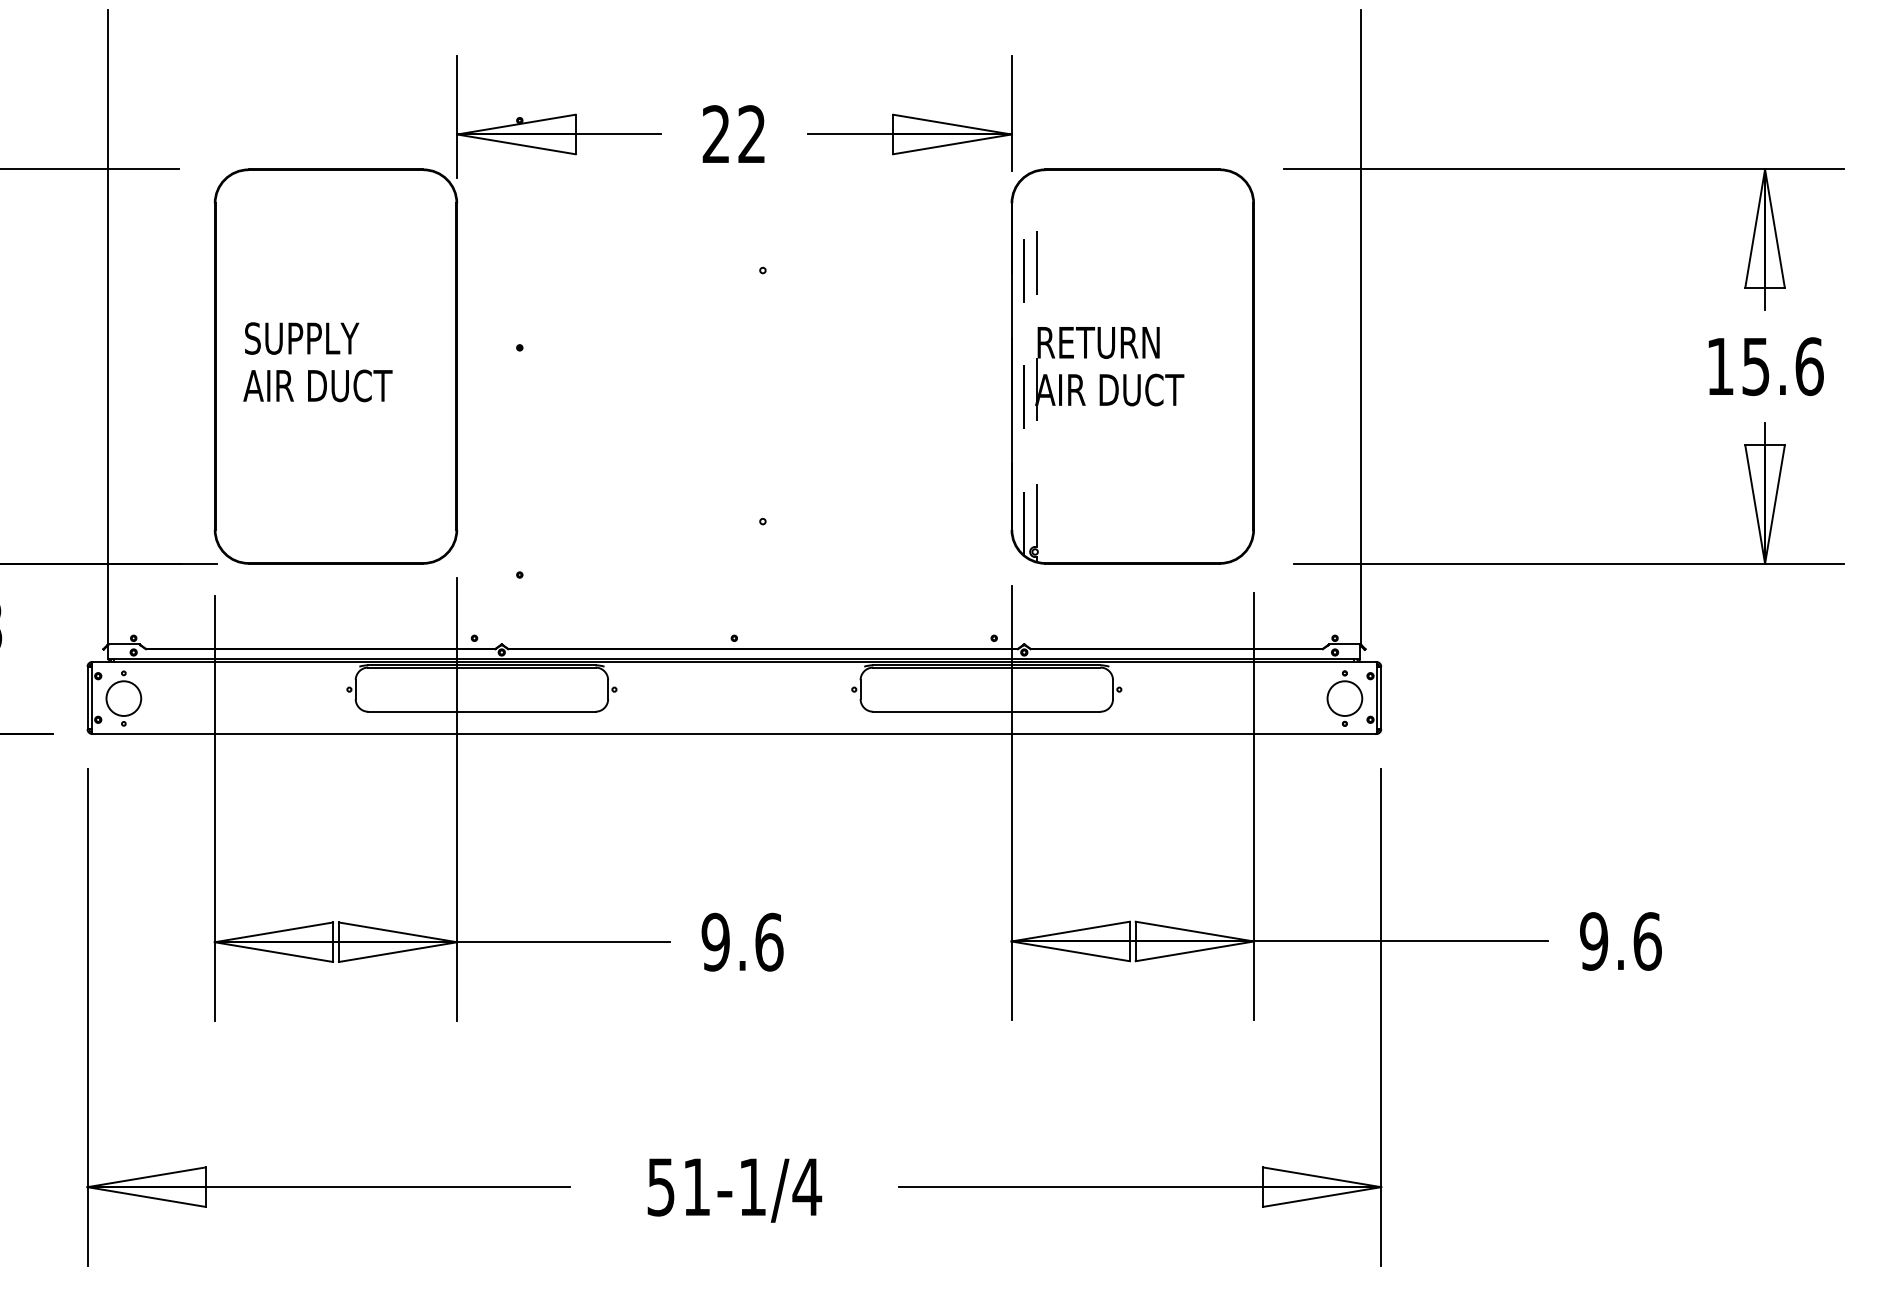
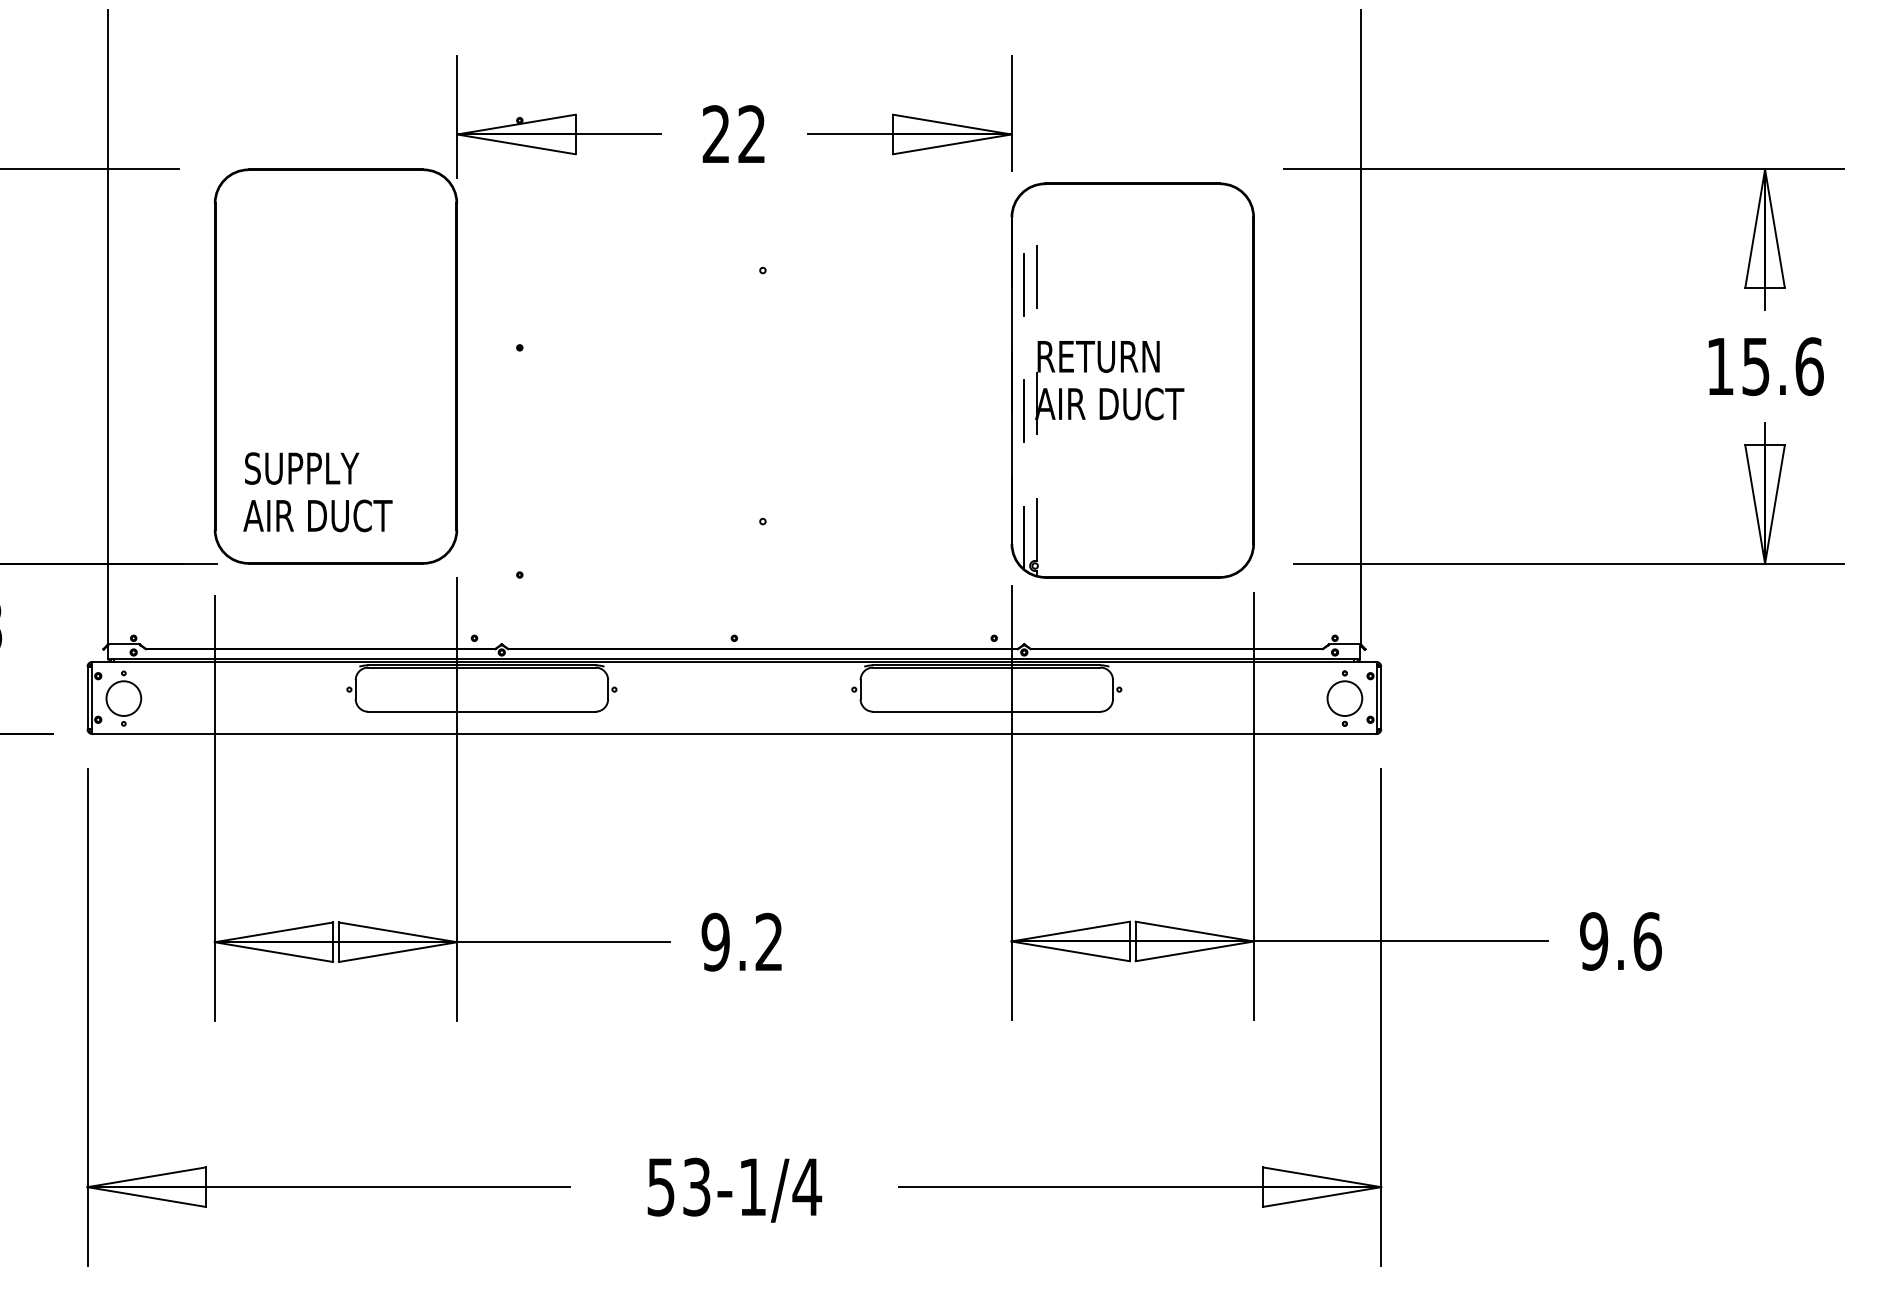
text at (317, 362) position: (317, 362) -> (317, 492)
part at (1132, 366) position: (1132, 366) -> (1132, 380)
text at (769, 941): 9.6 -> 9.2
text at (696, 1186): 51-1/4 -> 53-1/4
